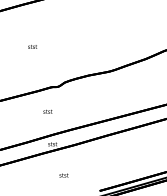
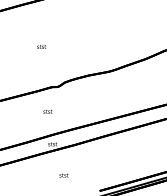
text at (32, 46) position: (32, 46) -> (41, 46)
